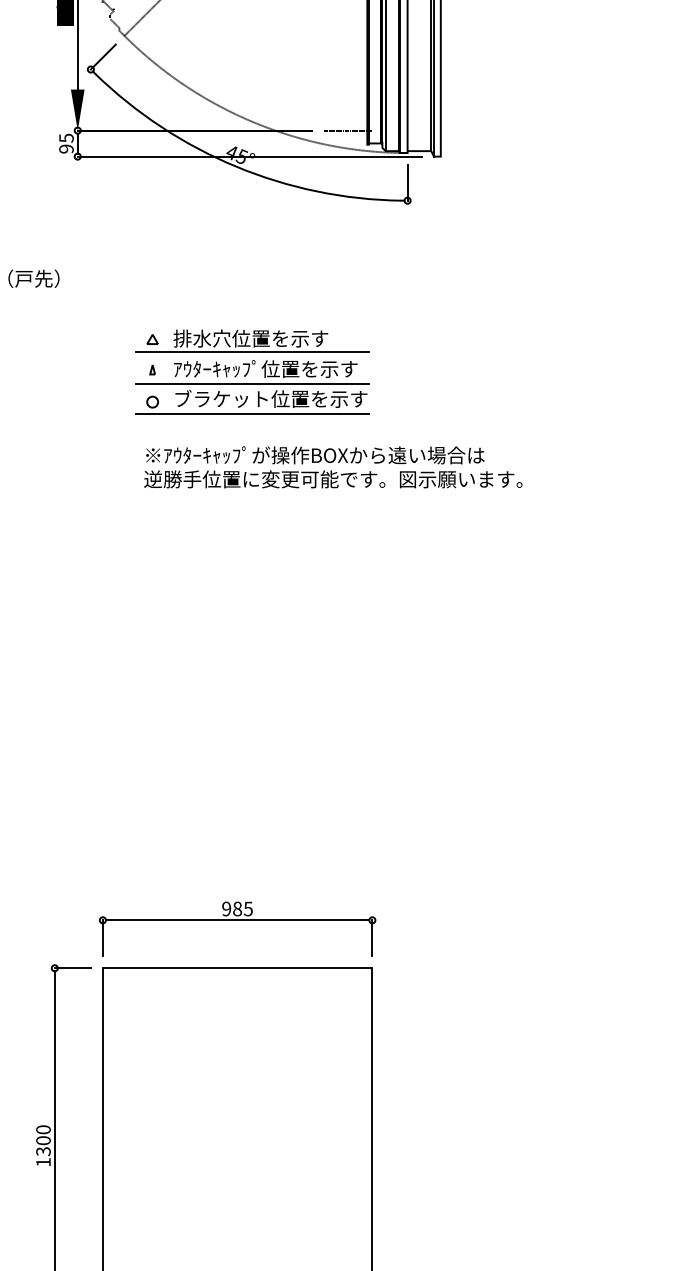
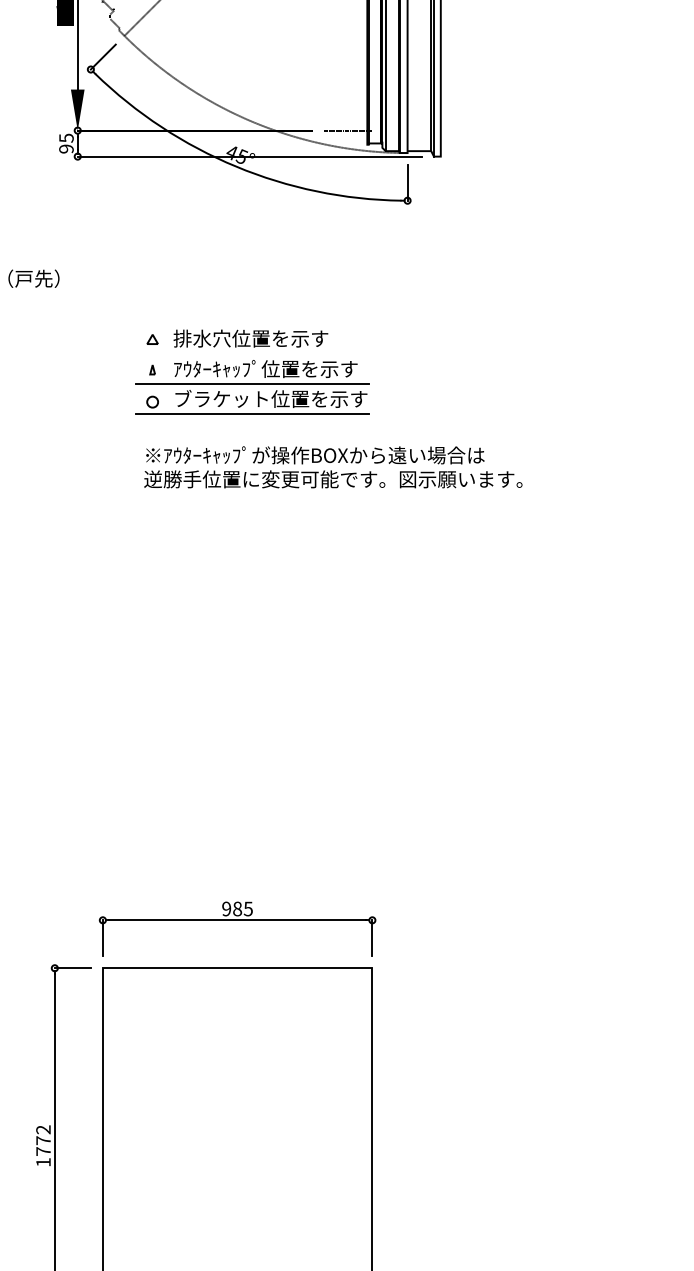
line at (252, 352): present -> none
text at (43, 1140): 1300 -> 1772
